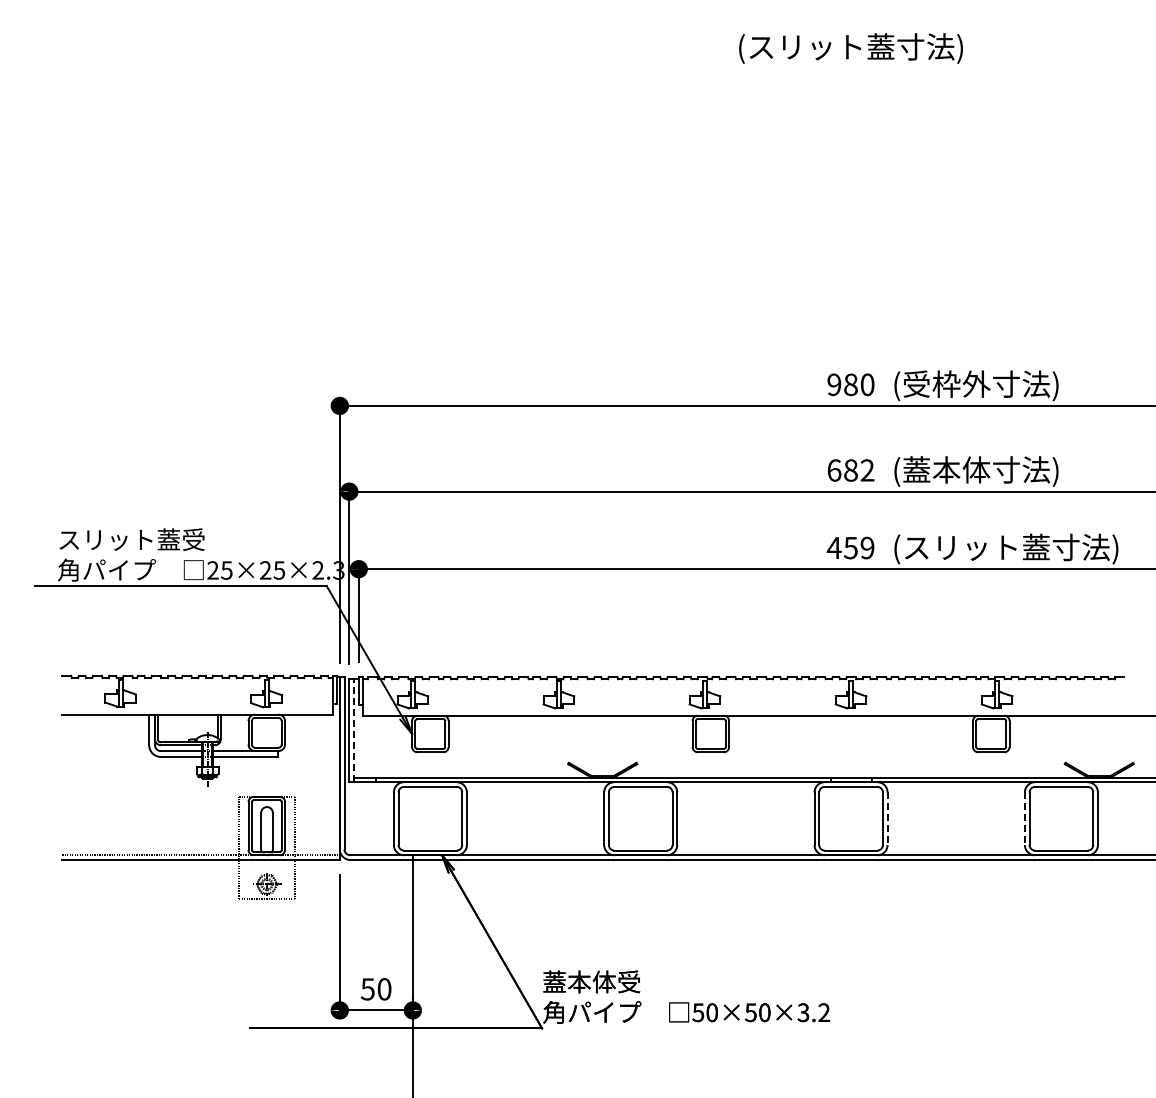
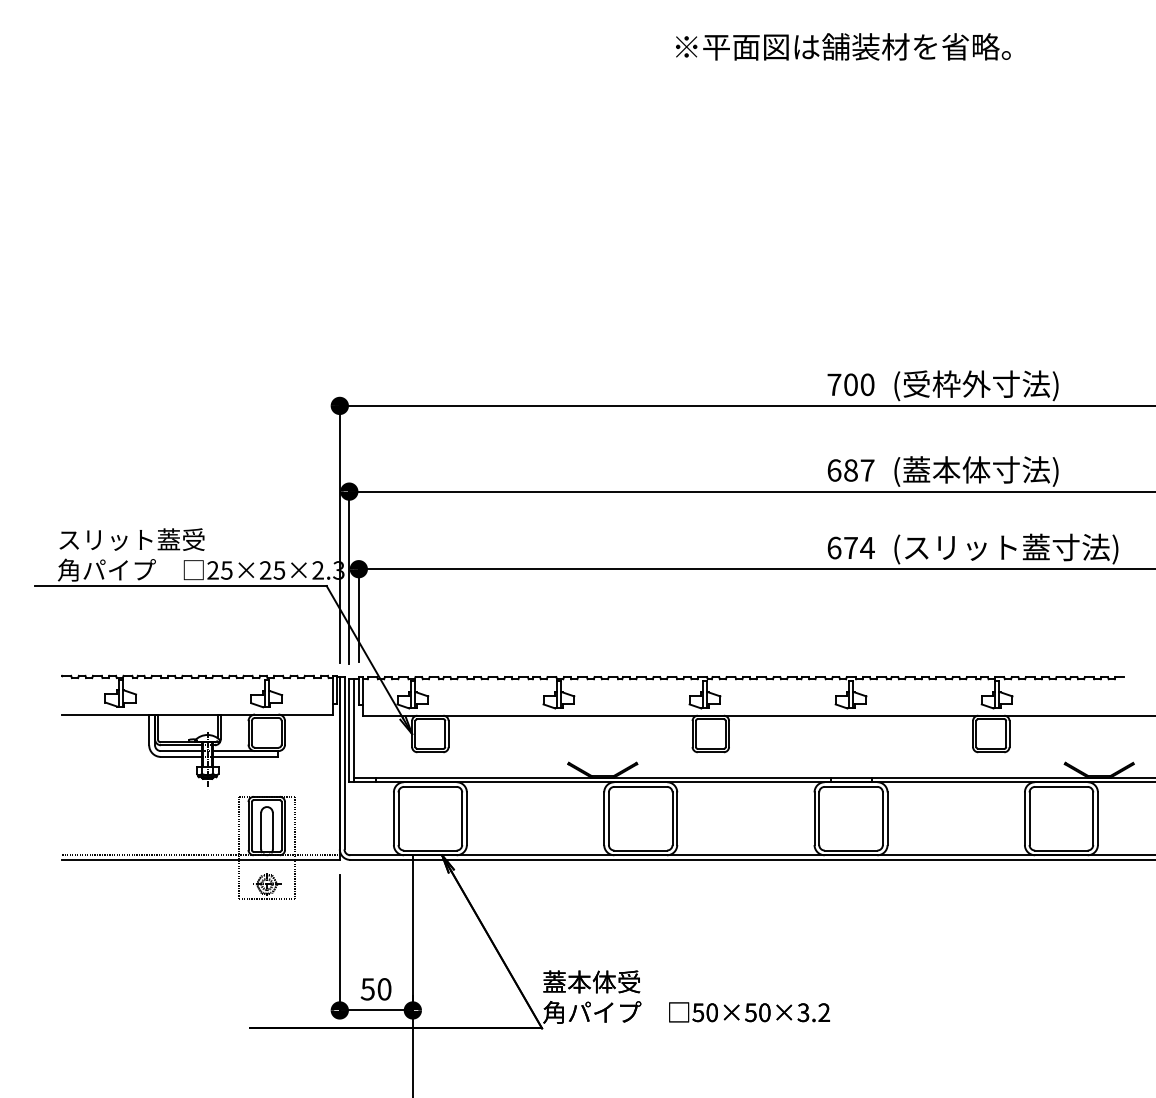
text at (843, 48): (スリット蓋寸法) -> ※平面図は舗装材を省略。
text at (842, 384): 980 -> 700
text at (867, 470): 682 -> 687
text at (850, 547): 459 -> 674
line at (353, 730): dashed -> solid
line at (887, 819): dashed -> solid
line at (1024, 819): dashed -> solid
